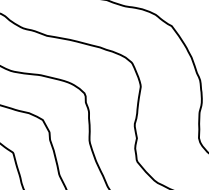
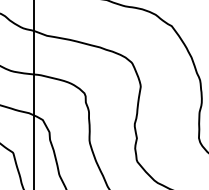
line at (33, 94): none -> present
